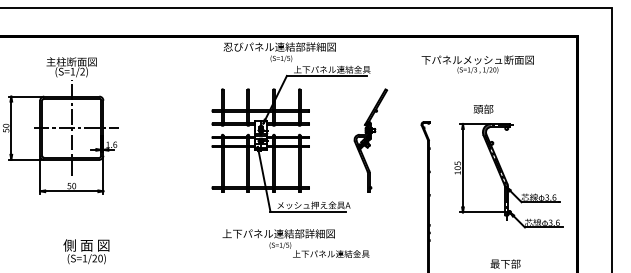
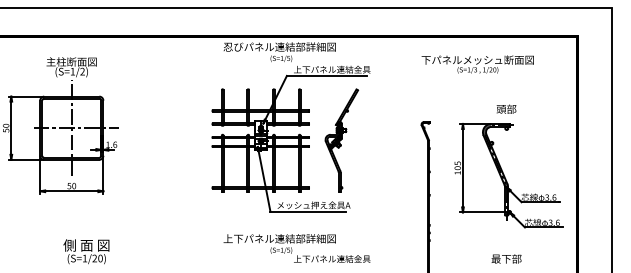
text at (483, 108) position: (483, 108) -> (506, 108)
part at (370, 140) position: (370, 140) -> (341, 140)
text at (295, 243) position: (295, 243) -> (296, 248)
text at (505, 263) position: (505, 263) -> (506, 258)
